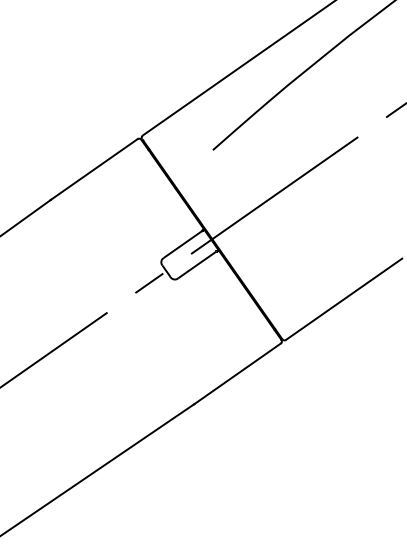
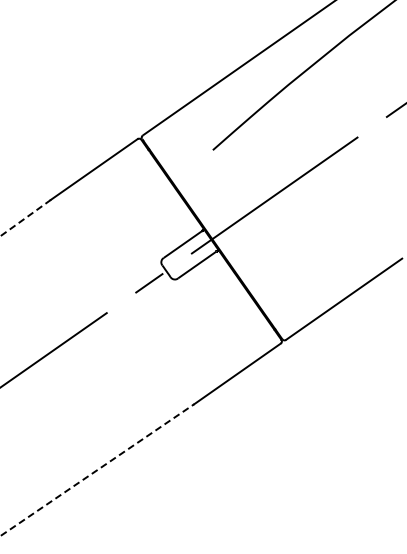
line at (25, 218): solid -> dashed
line at (97, 470): solid -> dashed
